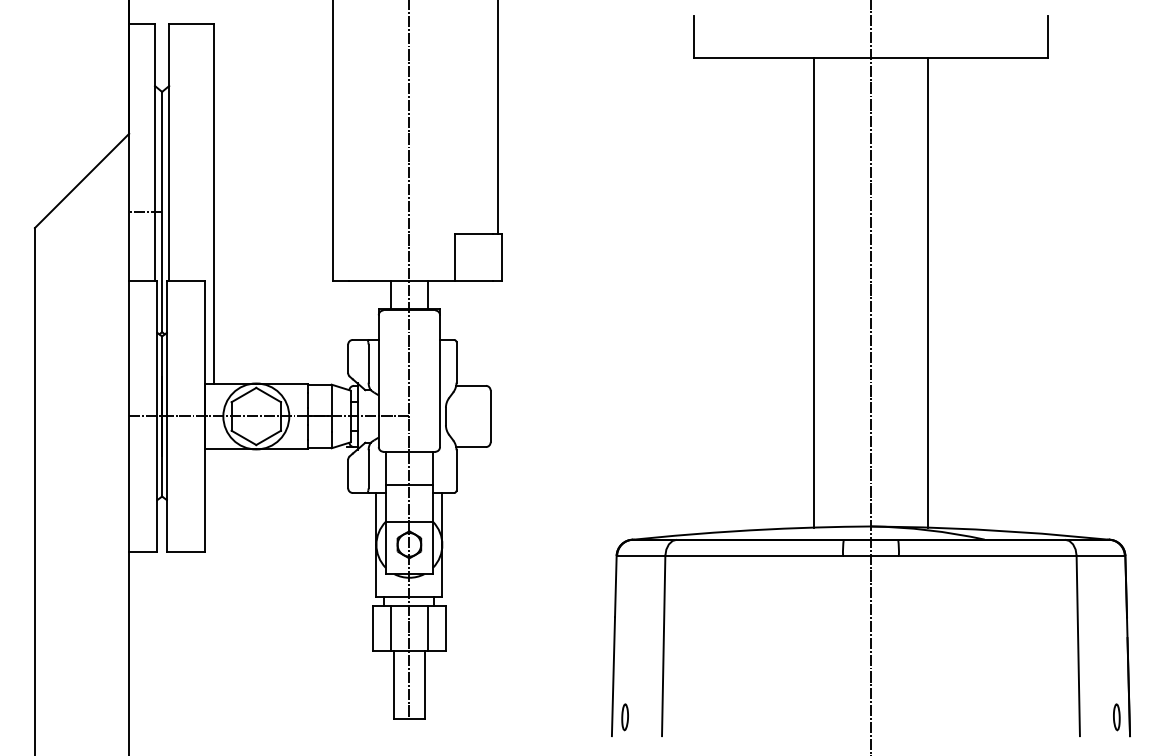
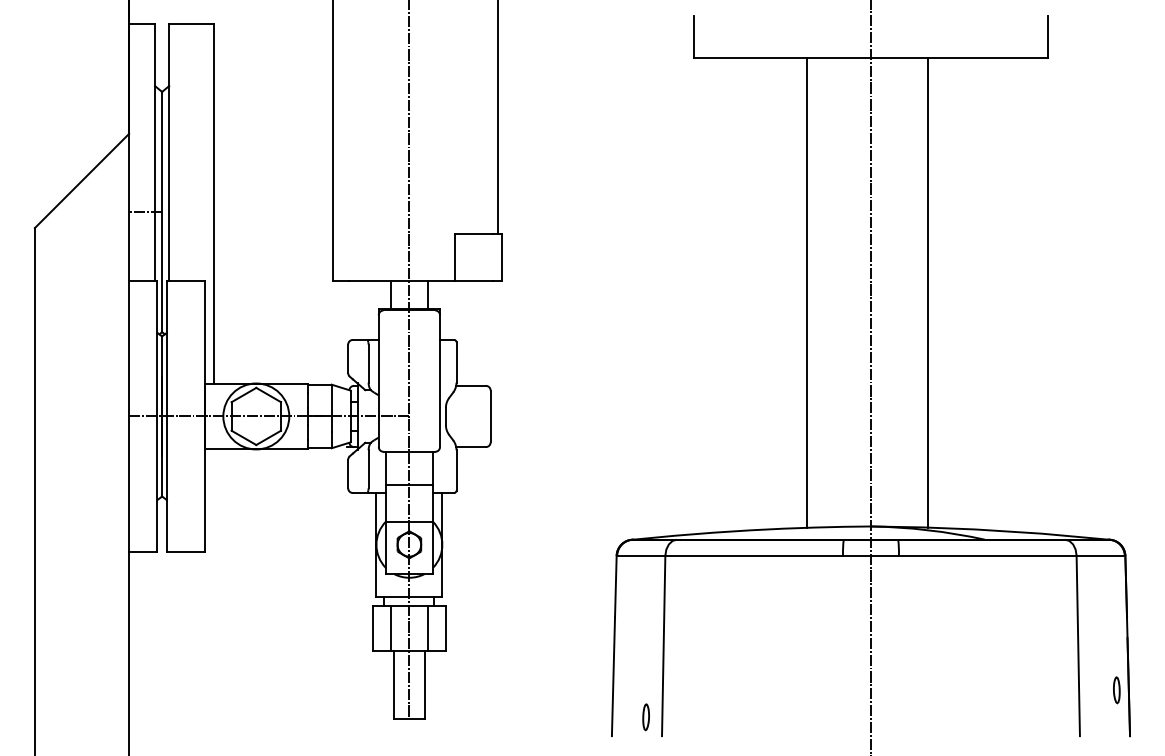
line at (814, 292) position: (814, 292) -> (807, 292)
part at (624, 717) position: (624, 717) -> (645, 717)
part at (1116, 717) position: (1116, 717) -> (1116, 690)
